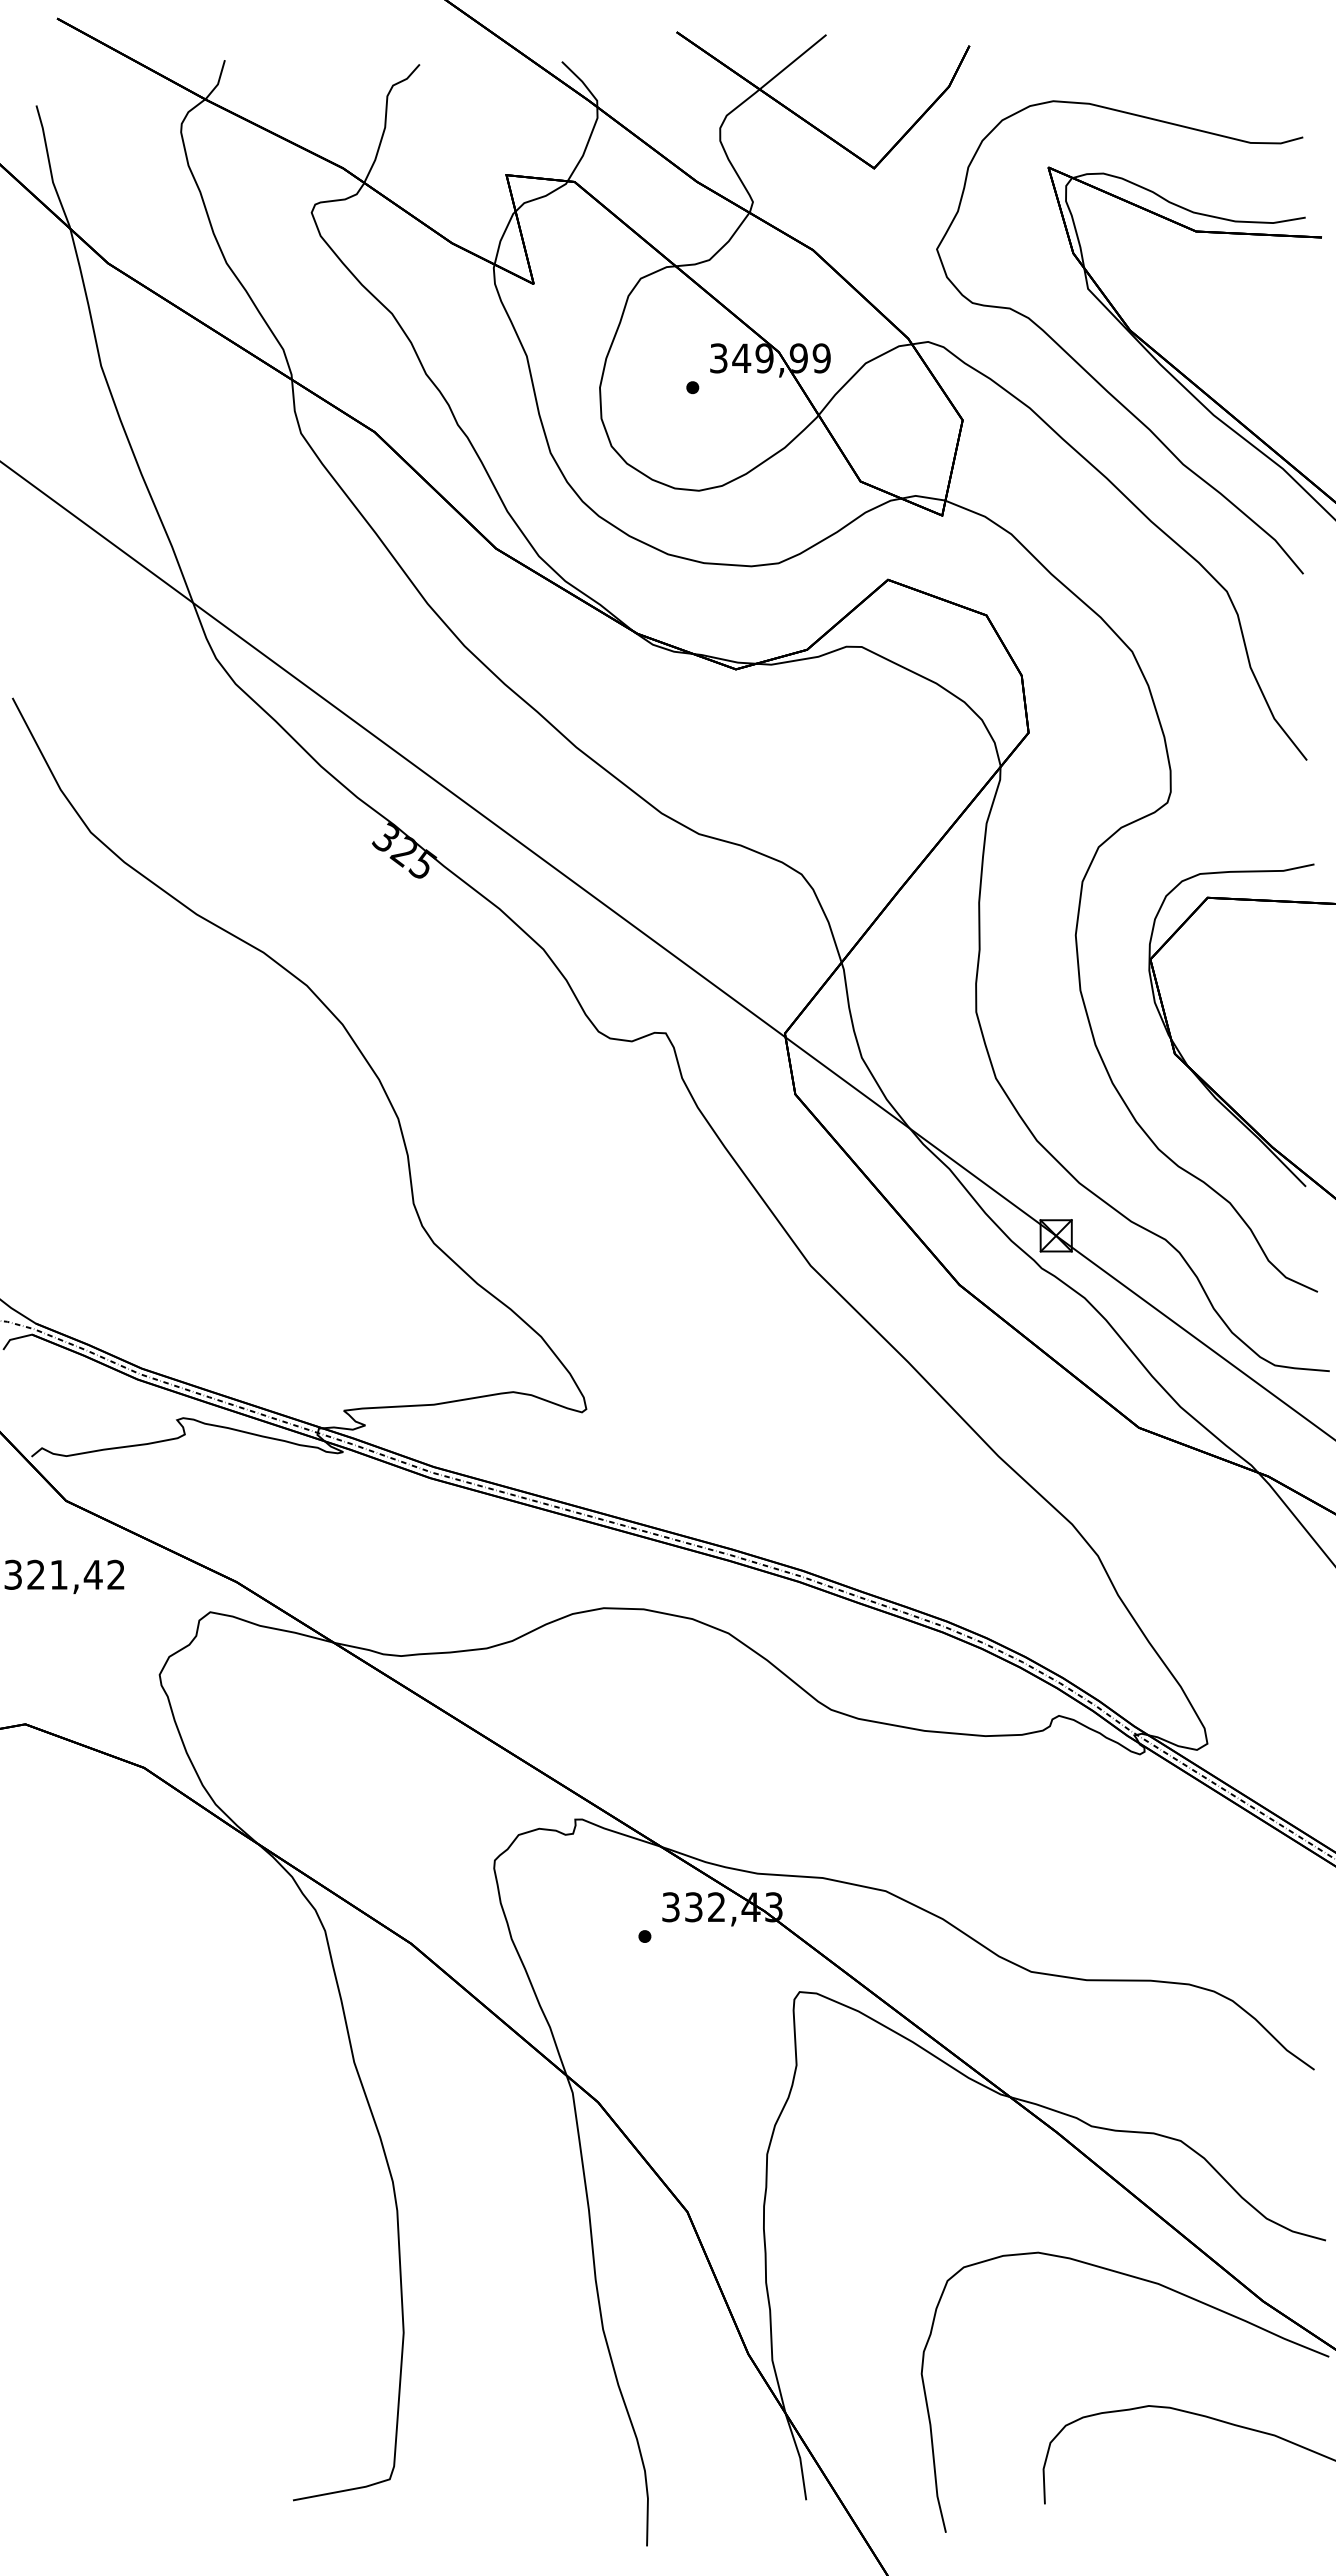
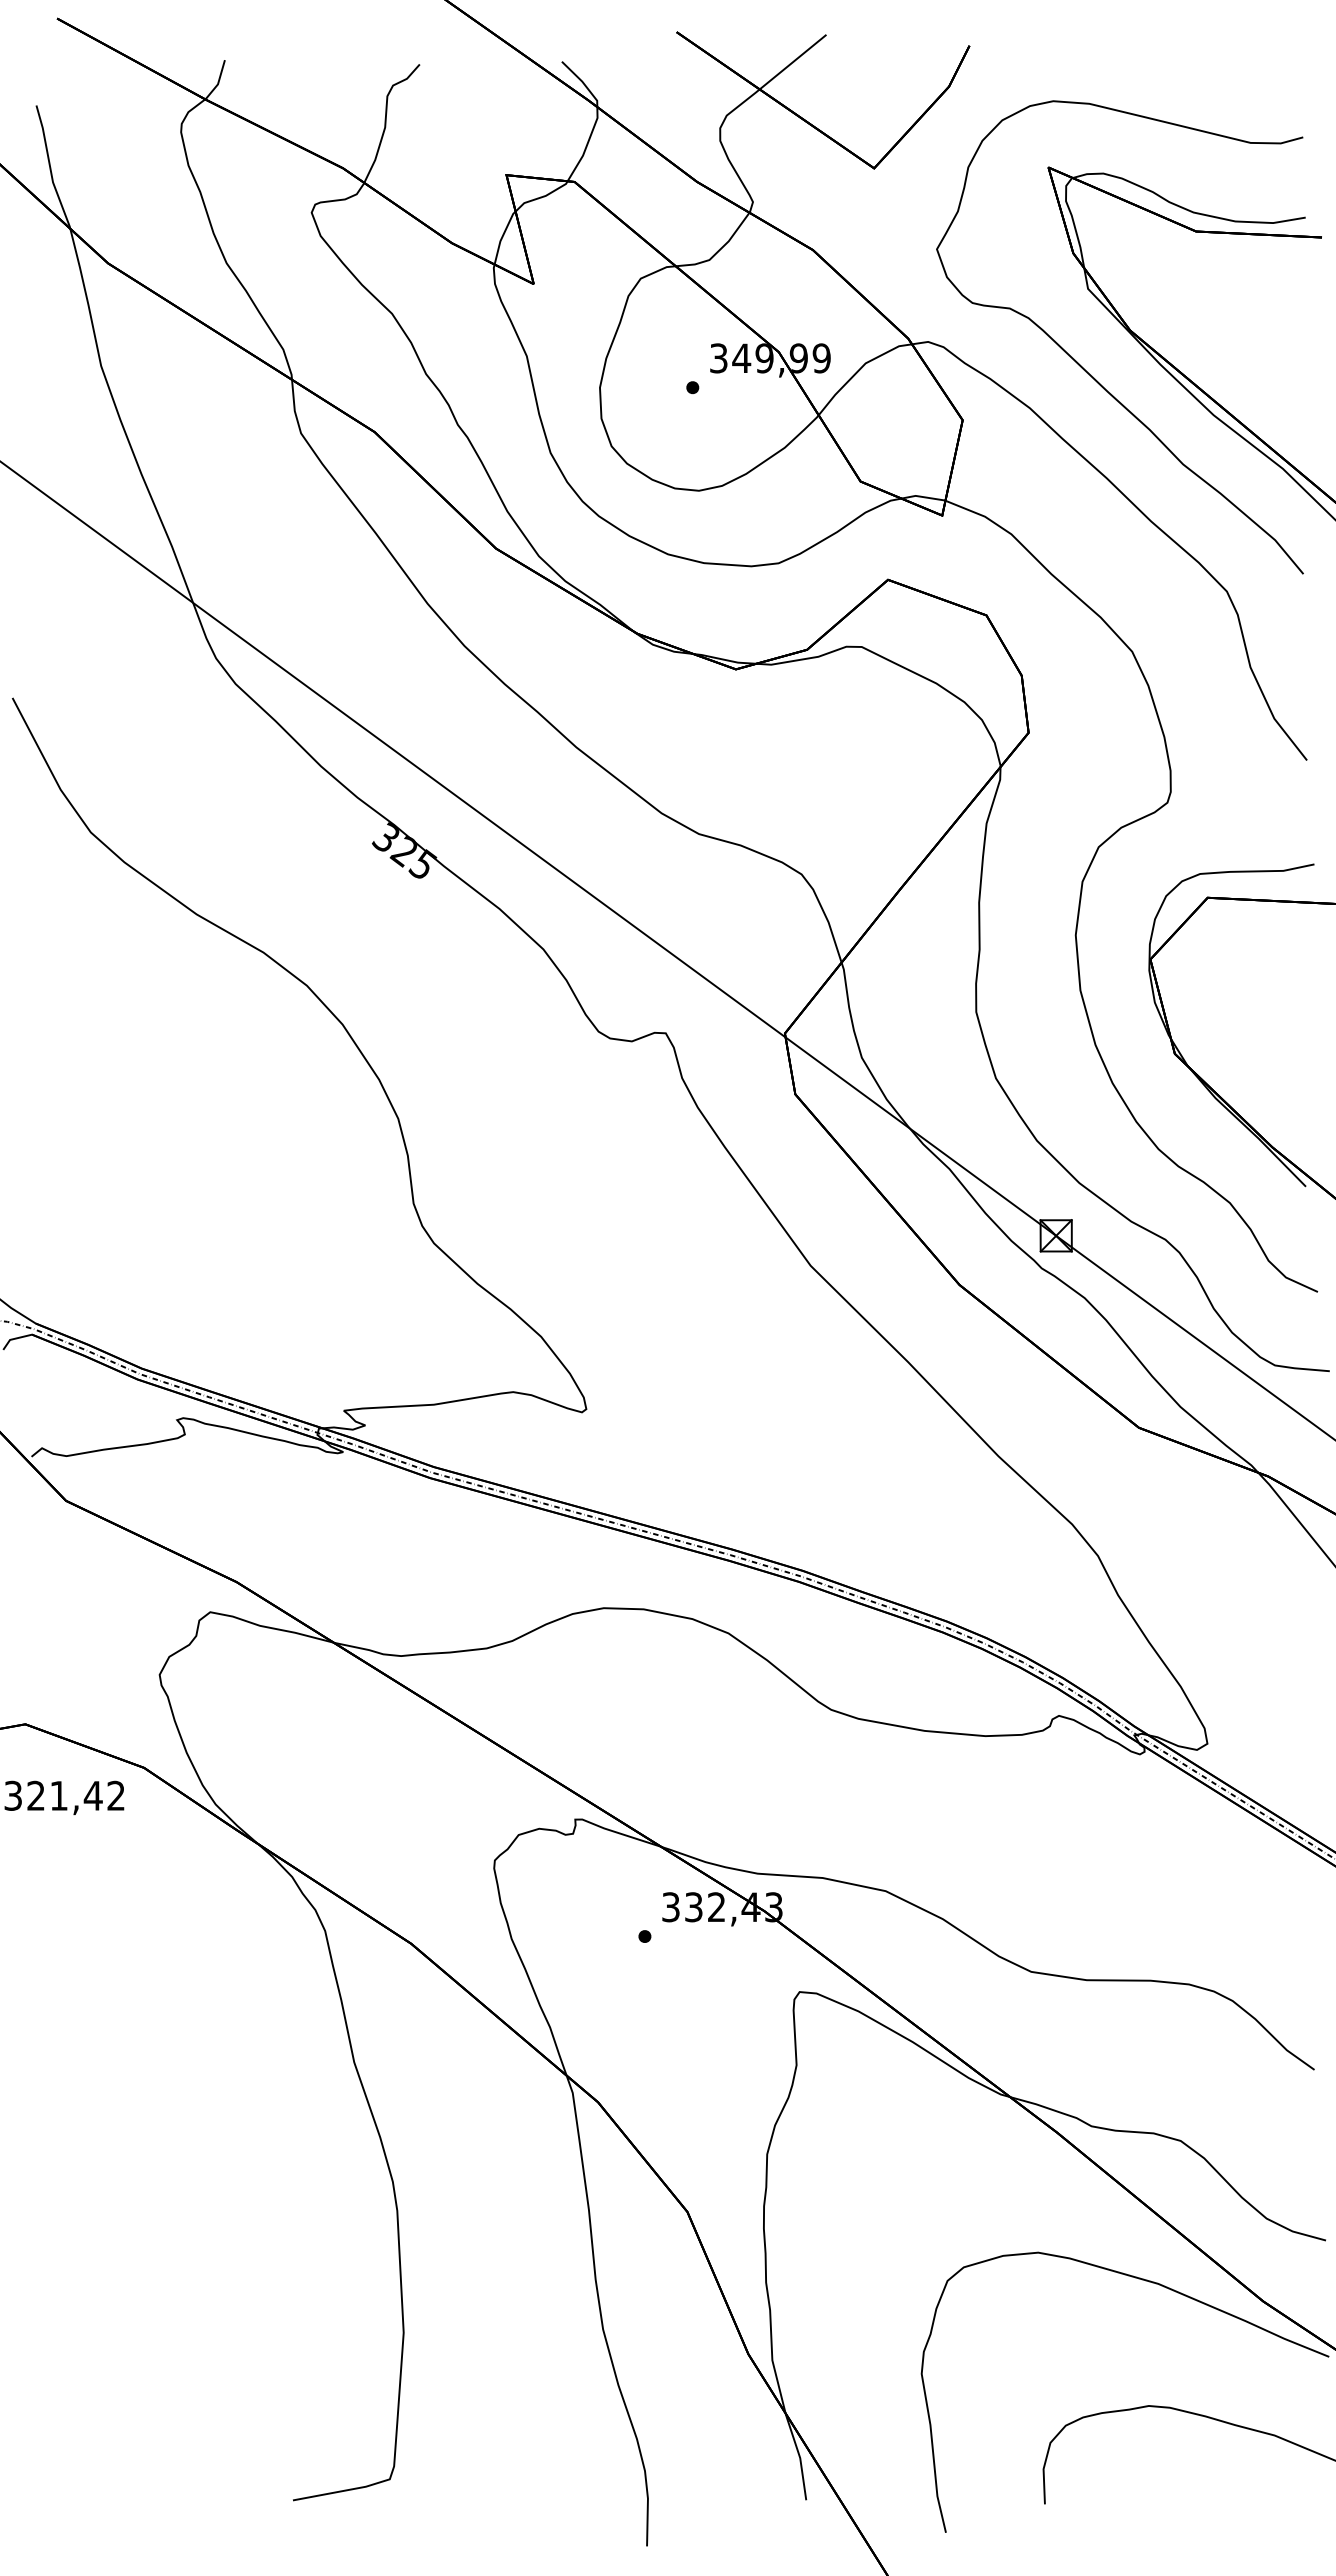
text at (64, 1576) position: (64, 1576) -> (64, 1797)
